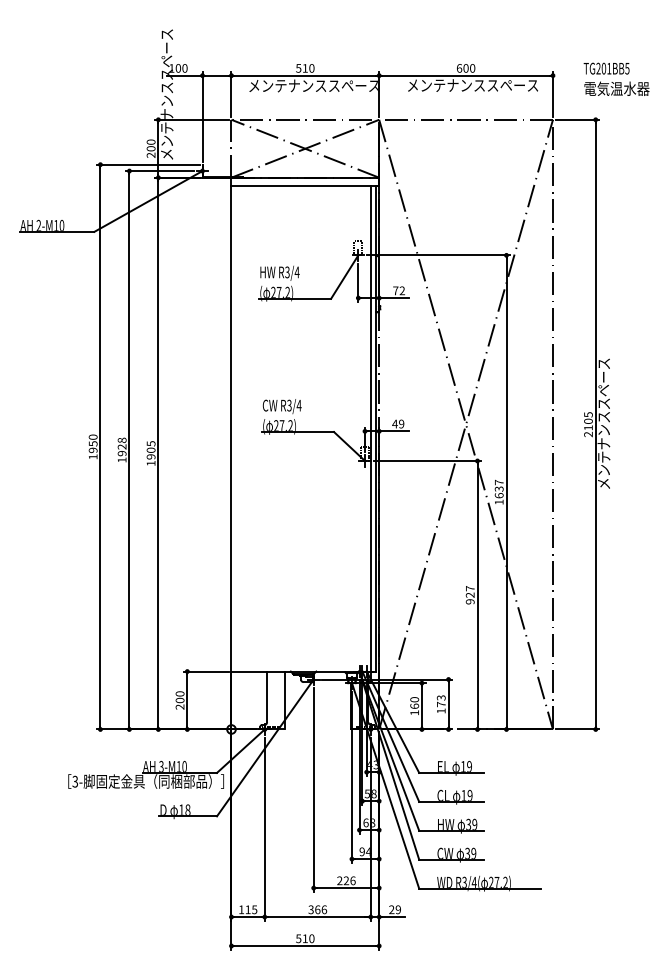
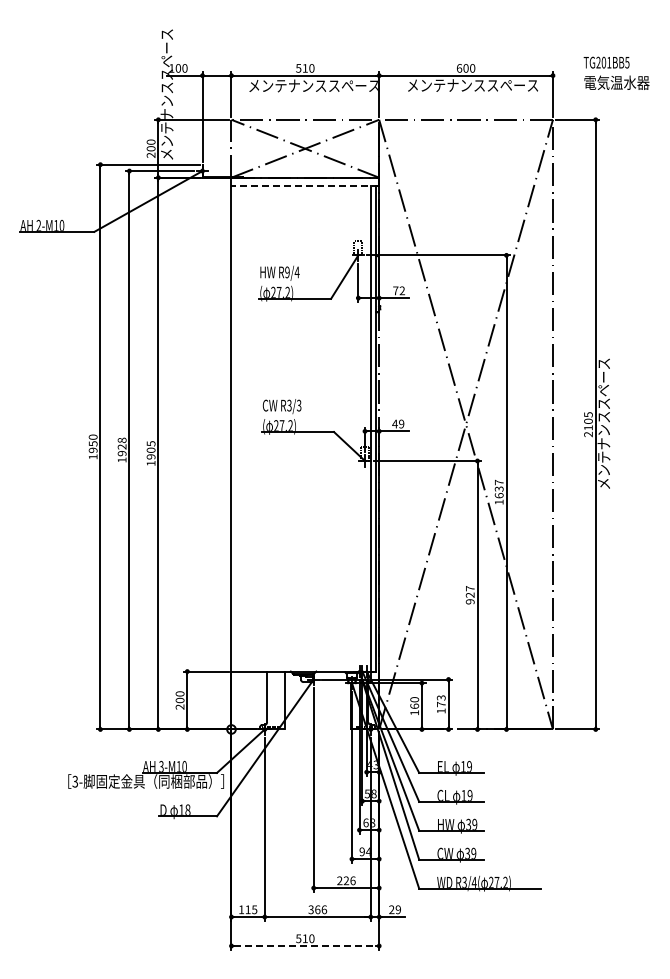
text at (616, 78) position: (616, 78) -> (616, 72)
line at (305, 186): solid -> dashed
text at (287, 272): R3/4 -> R9/4
text at (298, 405): R3/4 -> R3/3
line at (305, 946): solid -> dashed
